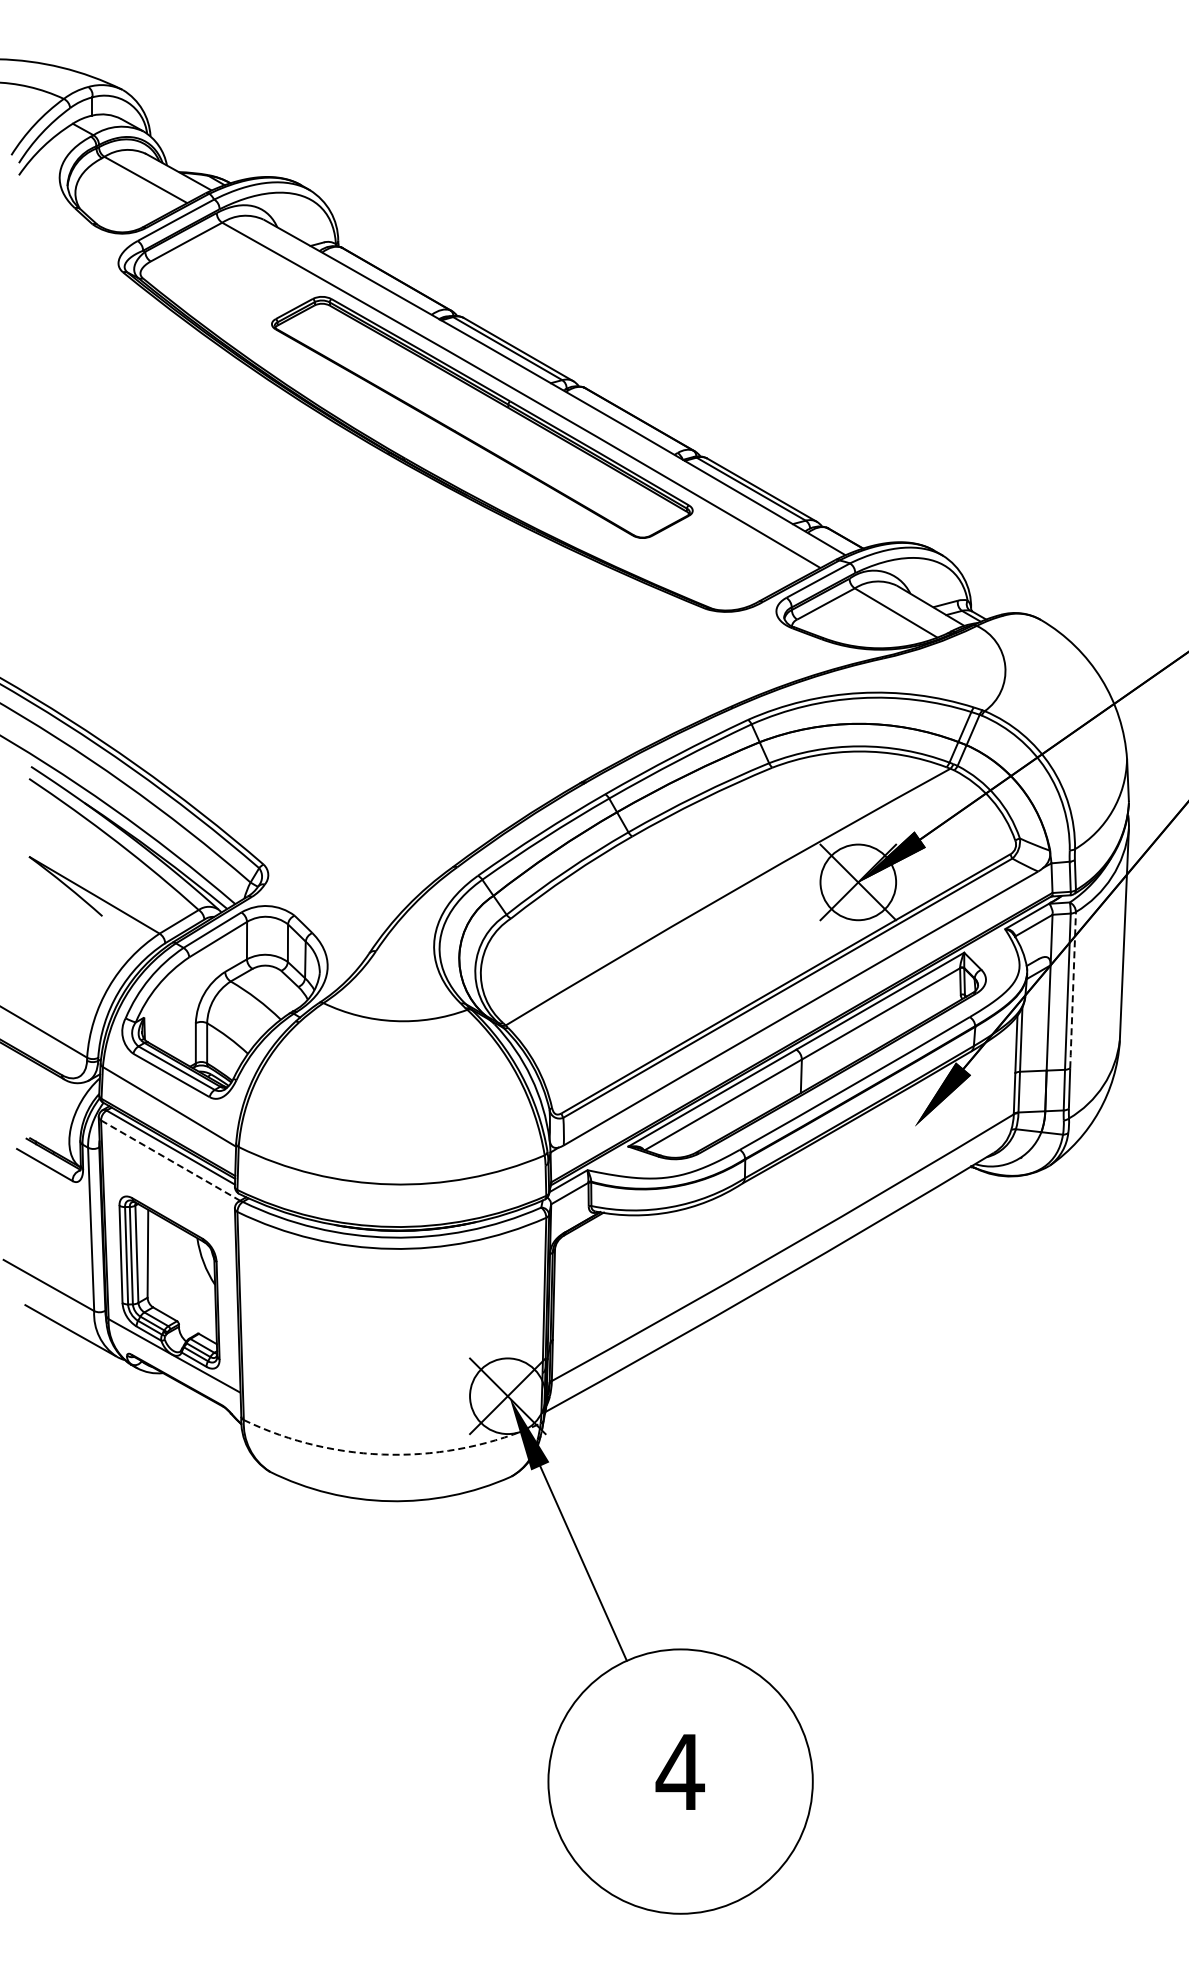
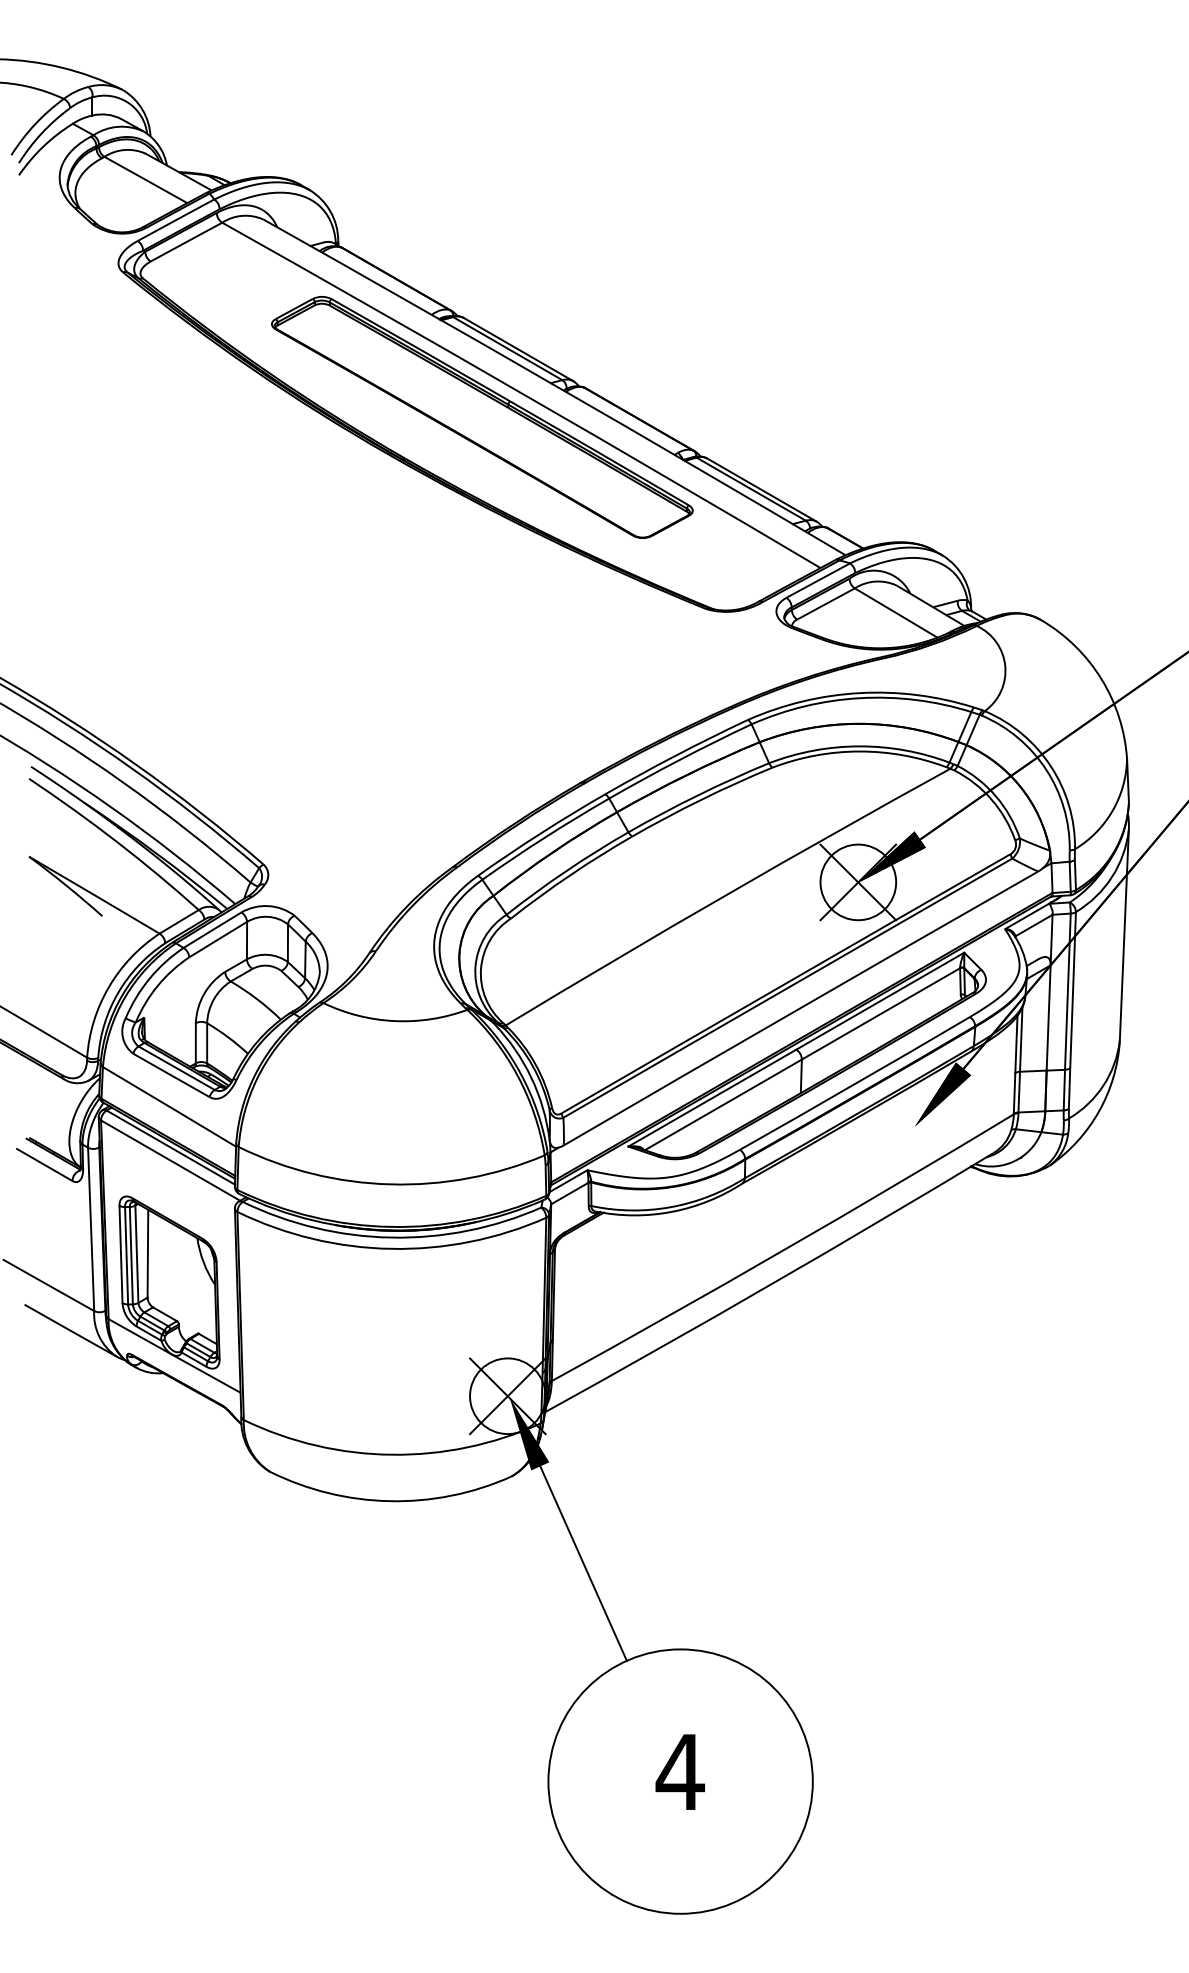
line at (1073, 990): dashed -> solid
line at (171, 1160): dashed -> solid
arc at (391, 1454): dashed -> solid
